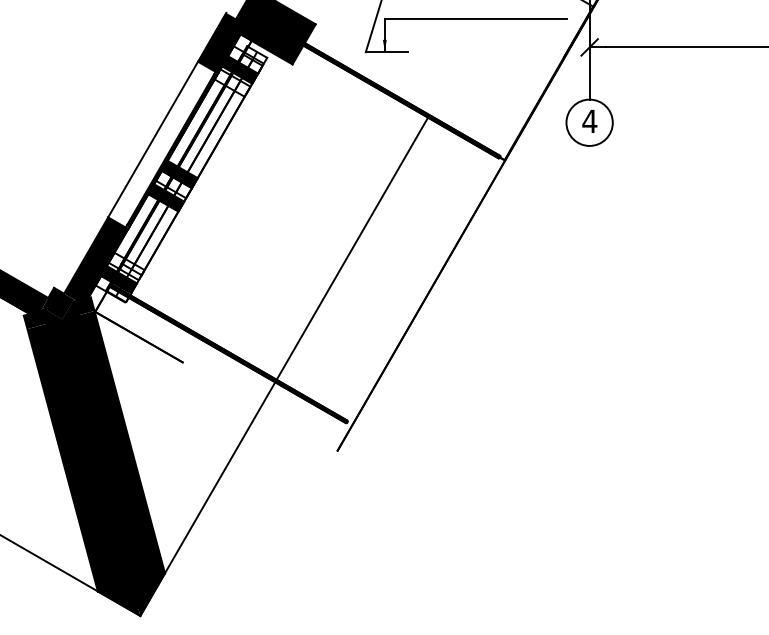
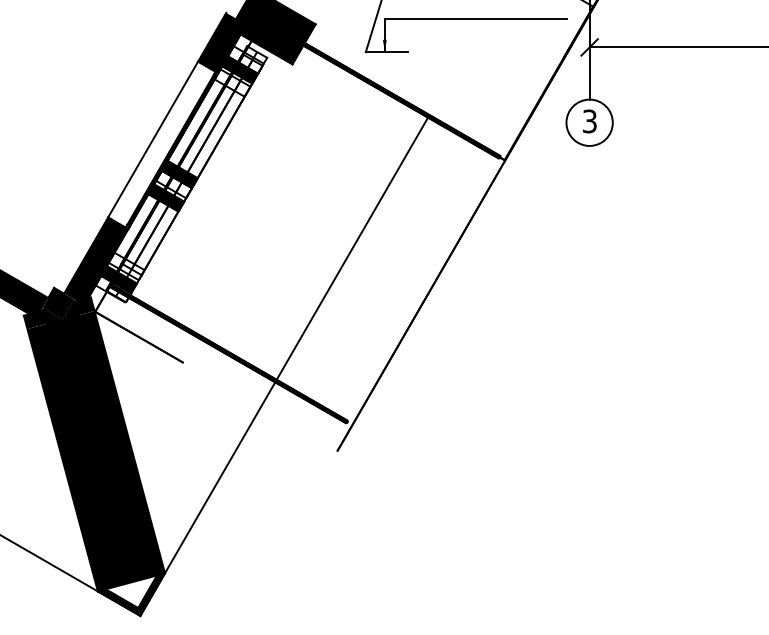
text at (589, 121): 4 -> 3
fill at (131, 591): present -> none
